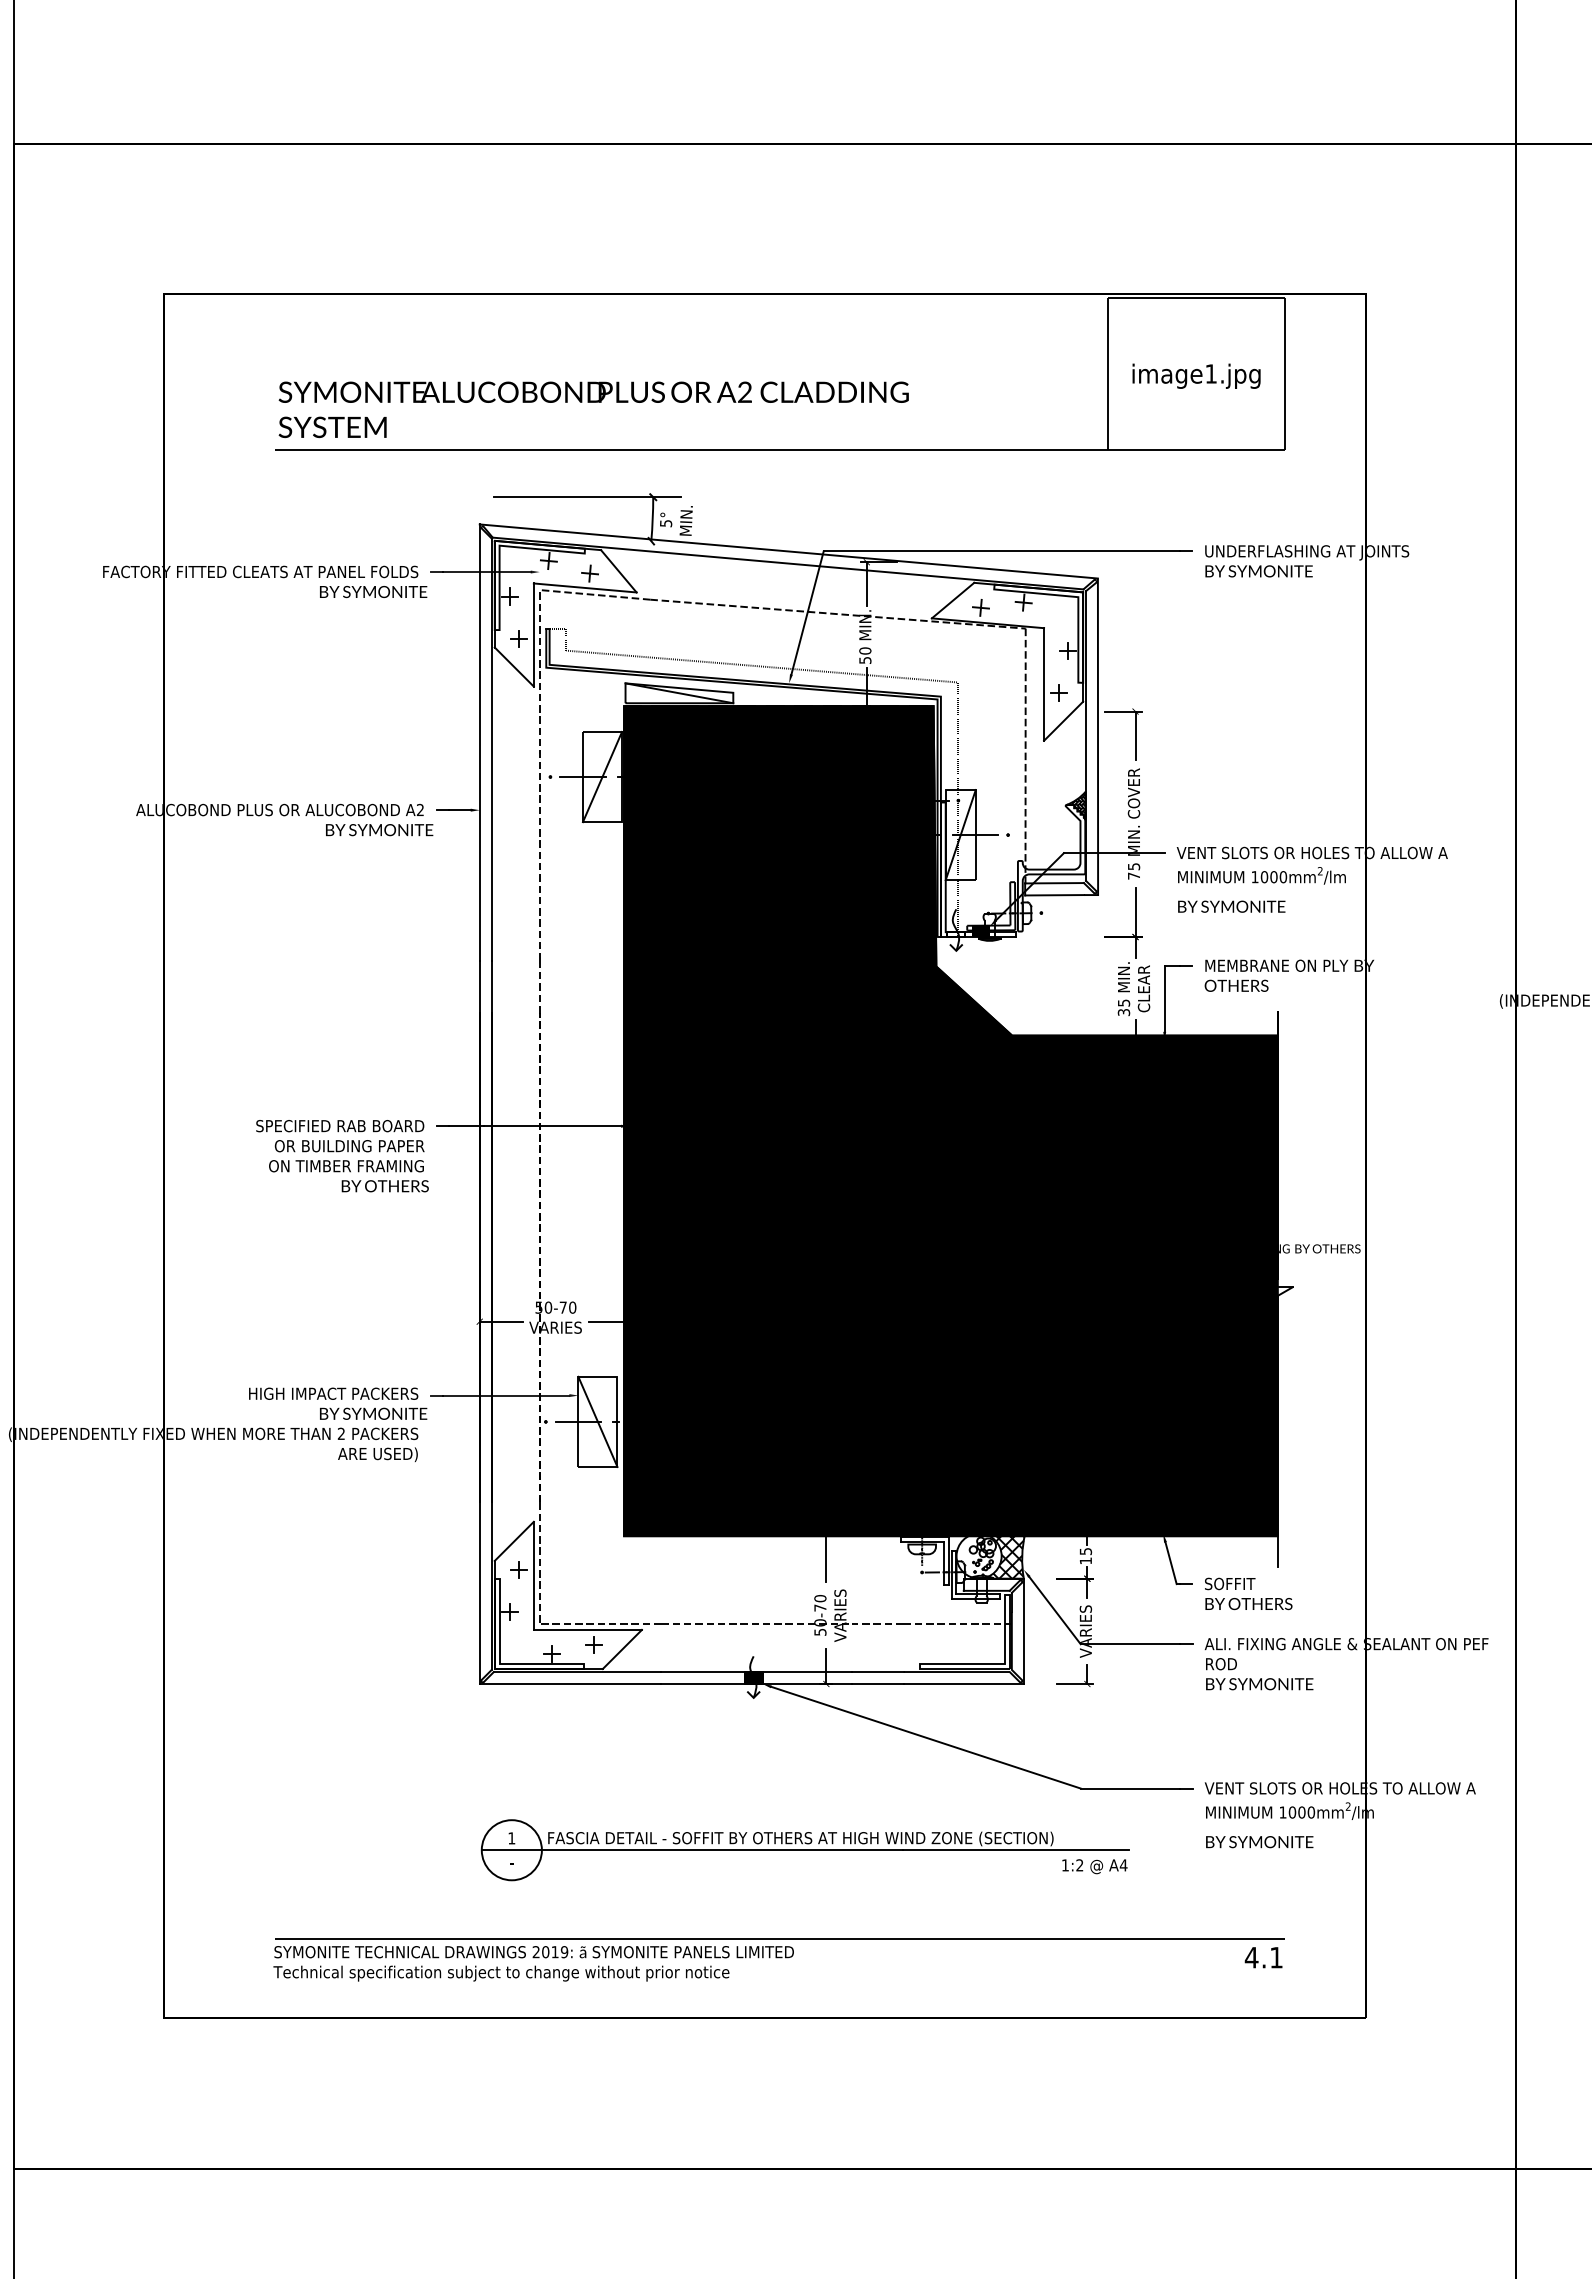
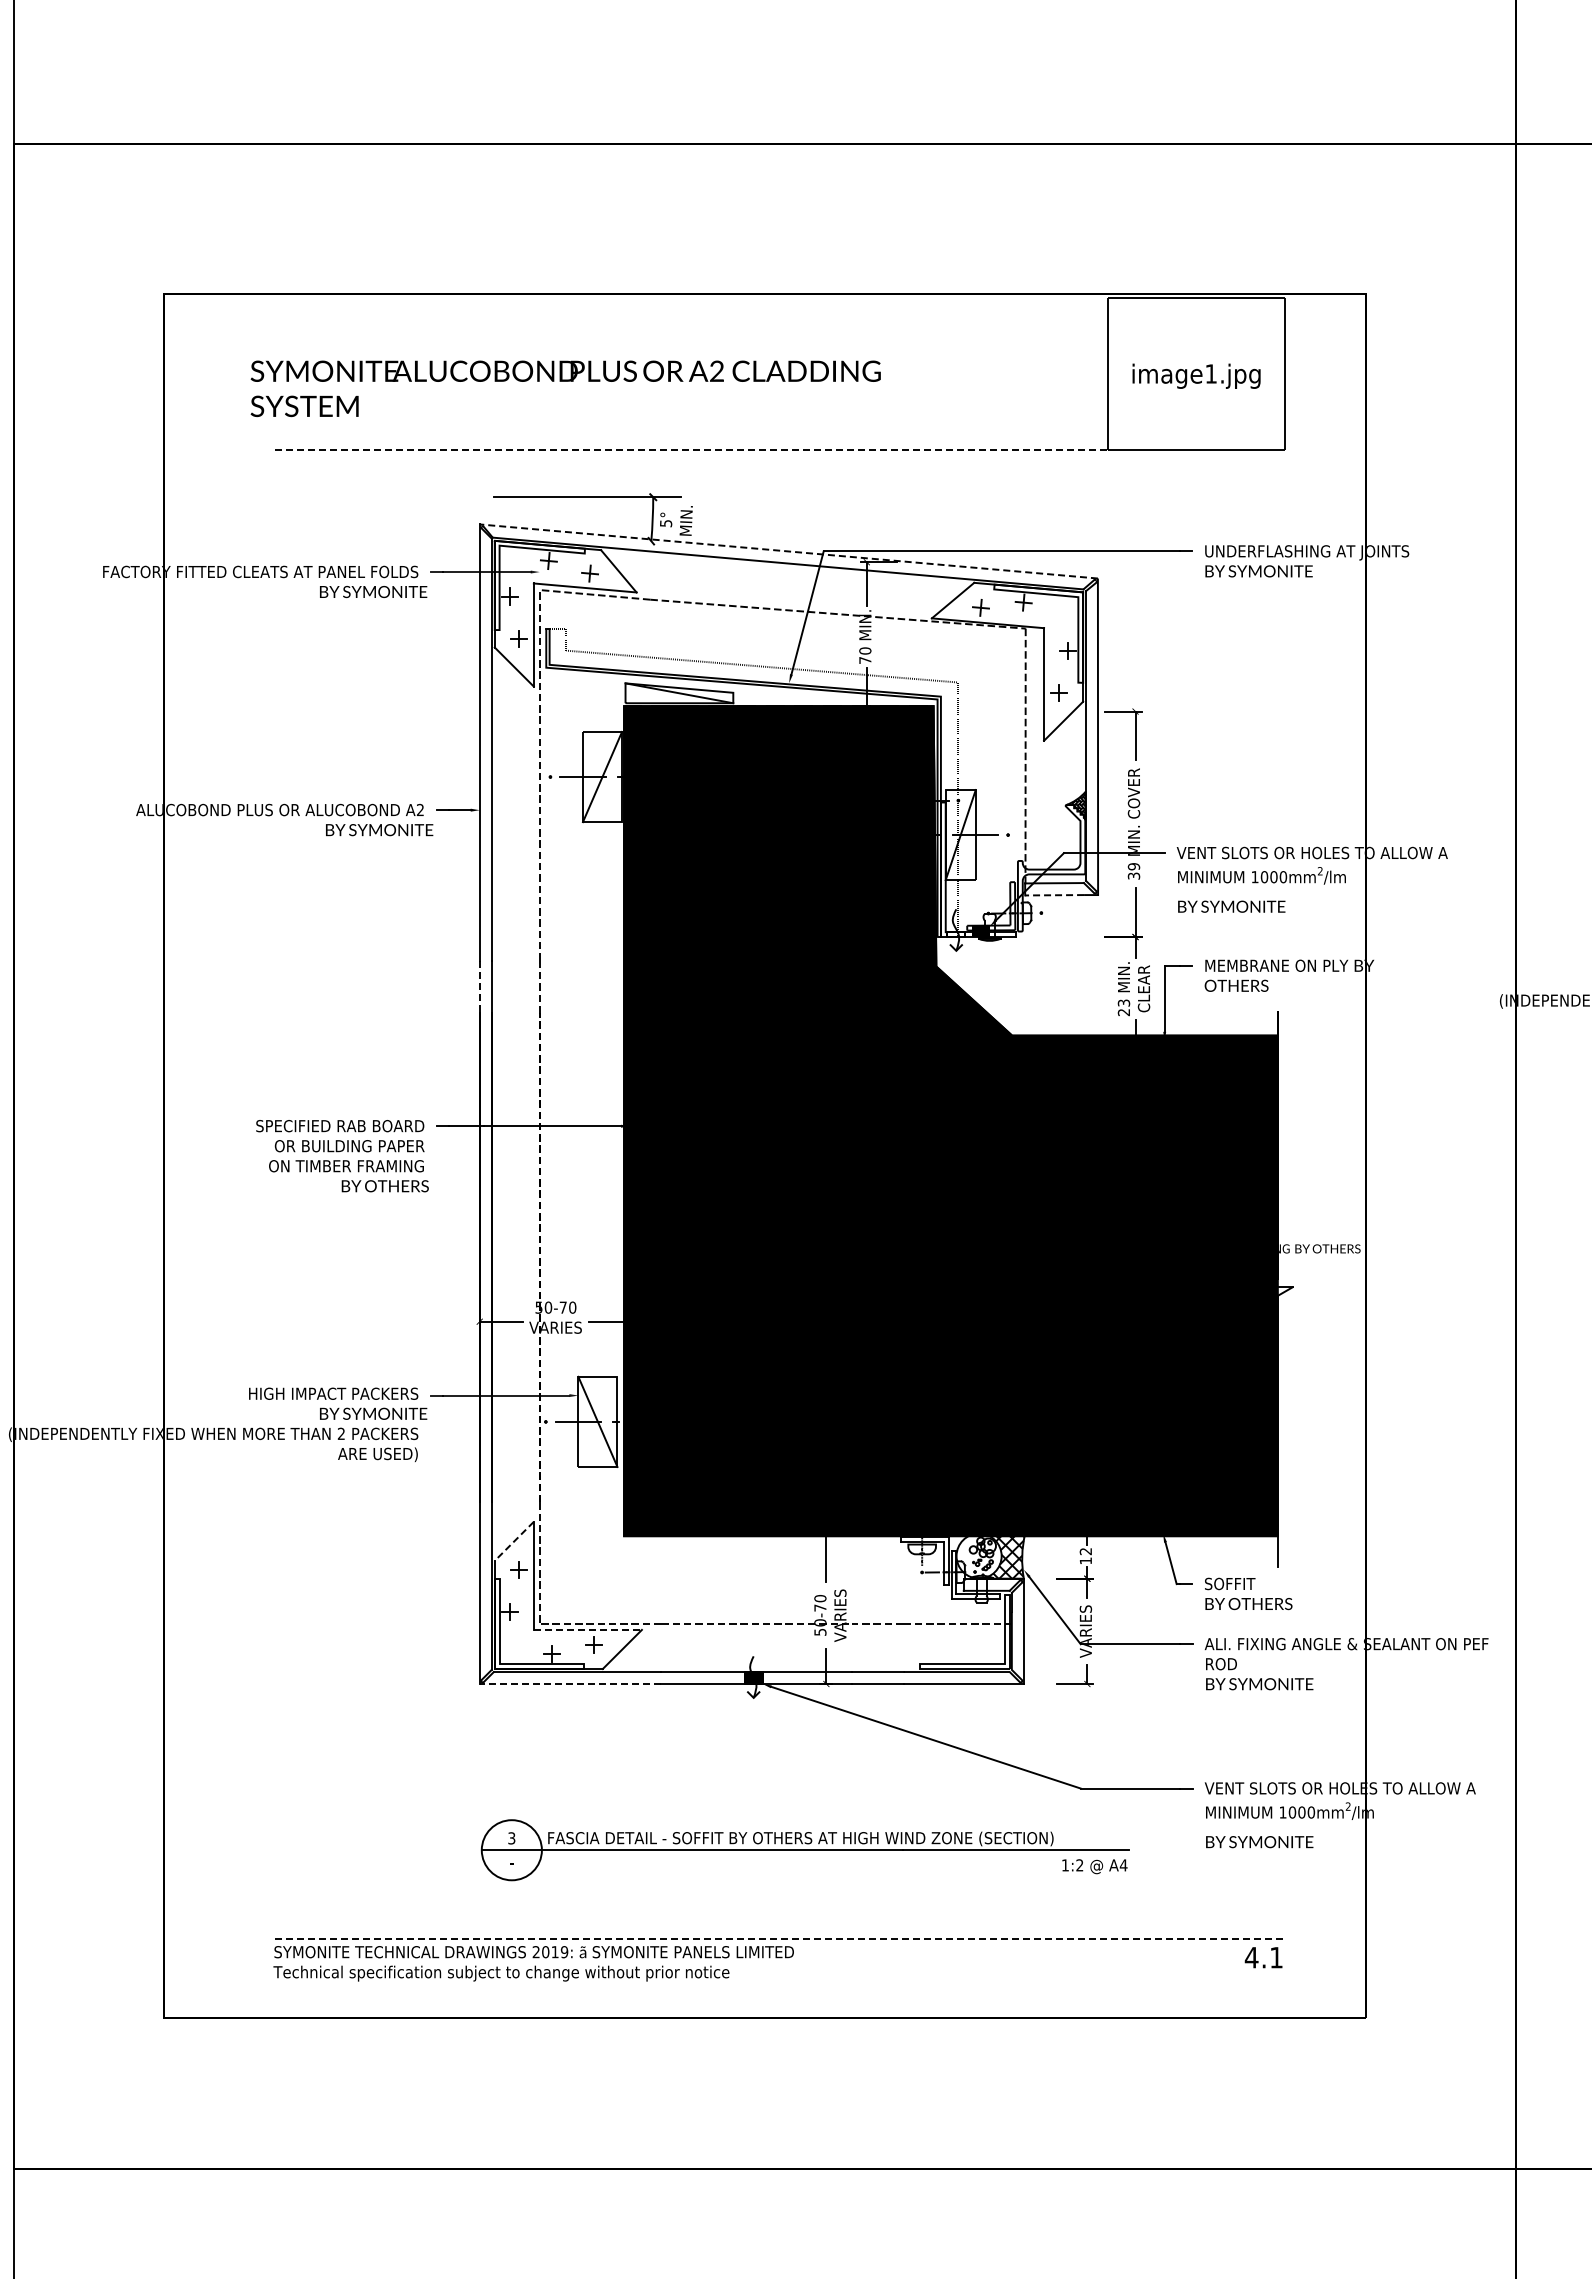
text at (593, 409) position: (593, 409) -> (565, 388)
line at (691, 450): solid -> dashed
line at (788, 551): solid -> dashed
text at (865, 660): 50 -> 70
text at (1133, 871): 75 -> 39
line at (1054, 895): solid -> dashed
line at (479, 987): solid -> dashed
text at (1123, 1007): 35 -> 23
line at (514, 1541): solid -> dashed
text at (1085, 1551): 15 -> 12
line at (587, 1629): solid -> dashed
line at (570, 1684): solid -> dashed
text at (511, 1838): 1 -> 3
line at (779, 1938): solid -> dashed
